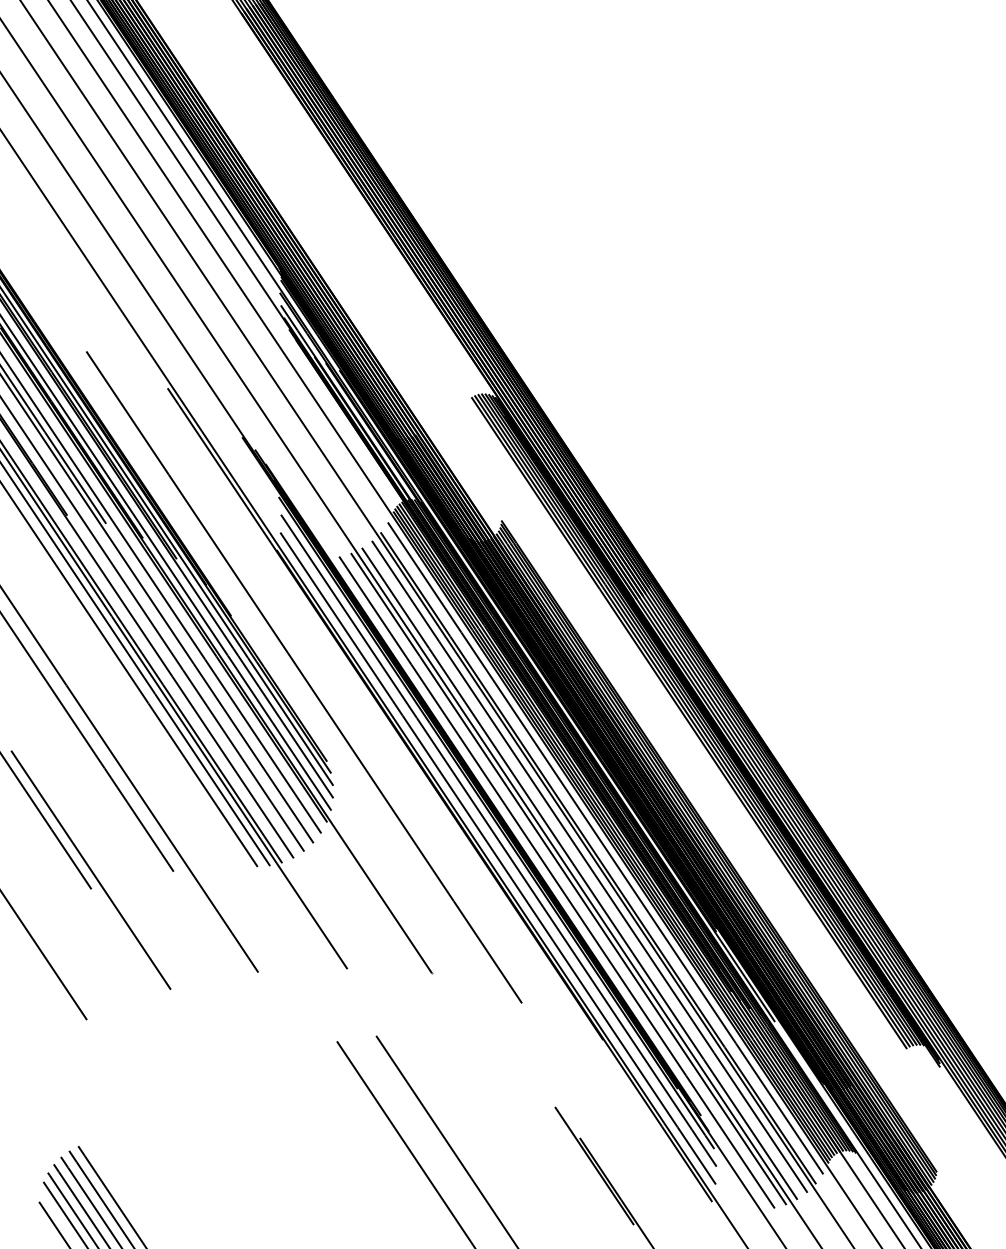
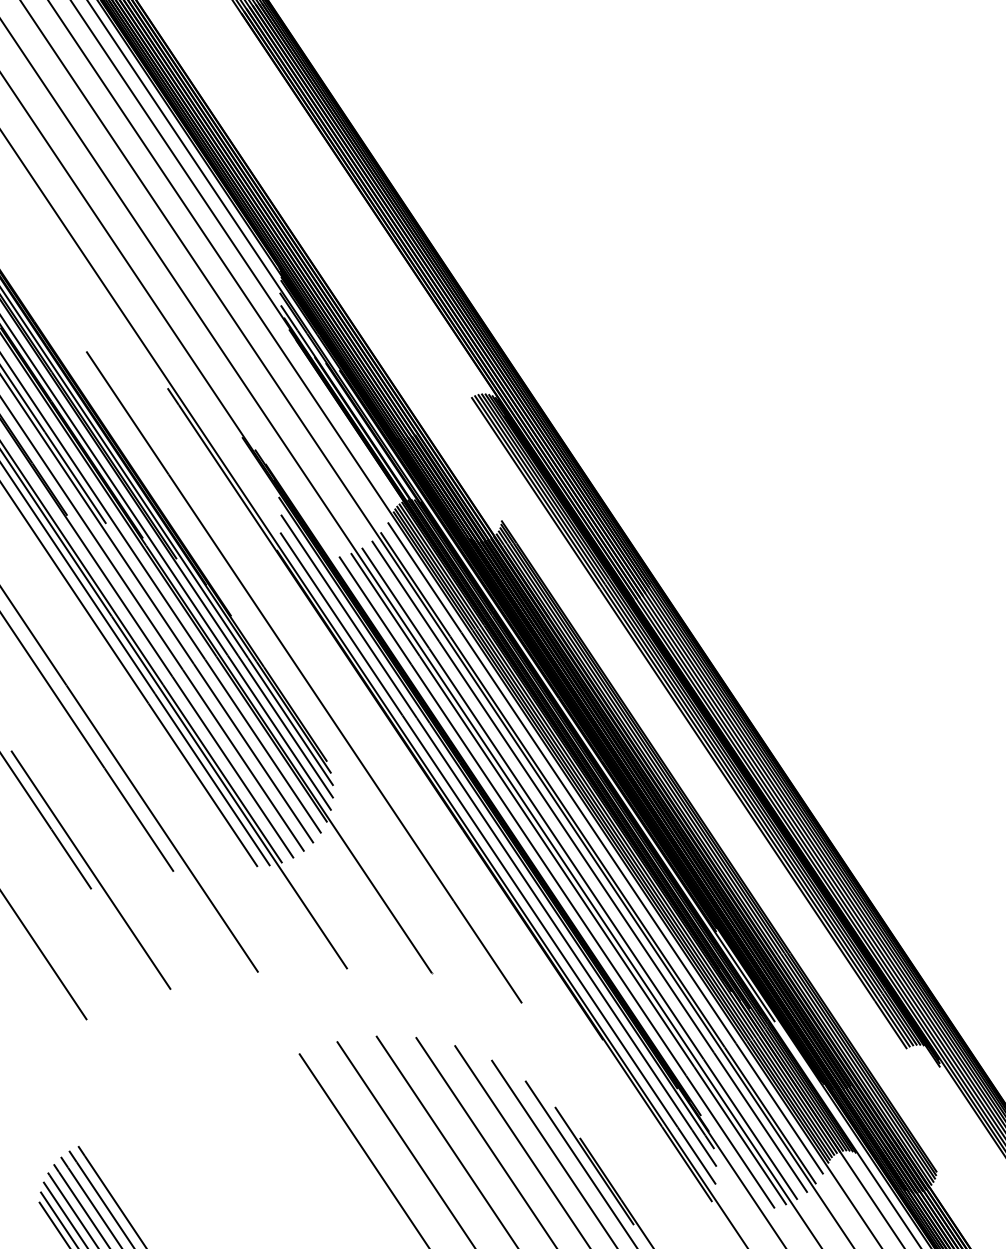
line at (485, 1141): none -> present
line at (521, 1145): none -> present
line at (363, 1149): none -> present
line at (553, 1152): none -> present
line at (580, 1162): none -> present
line at (58, 1218): none -> present
